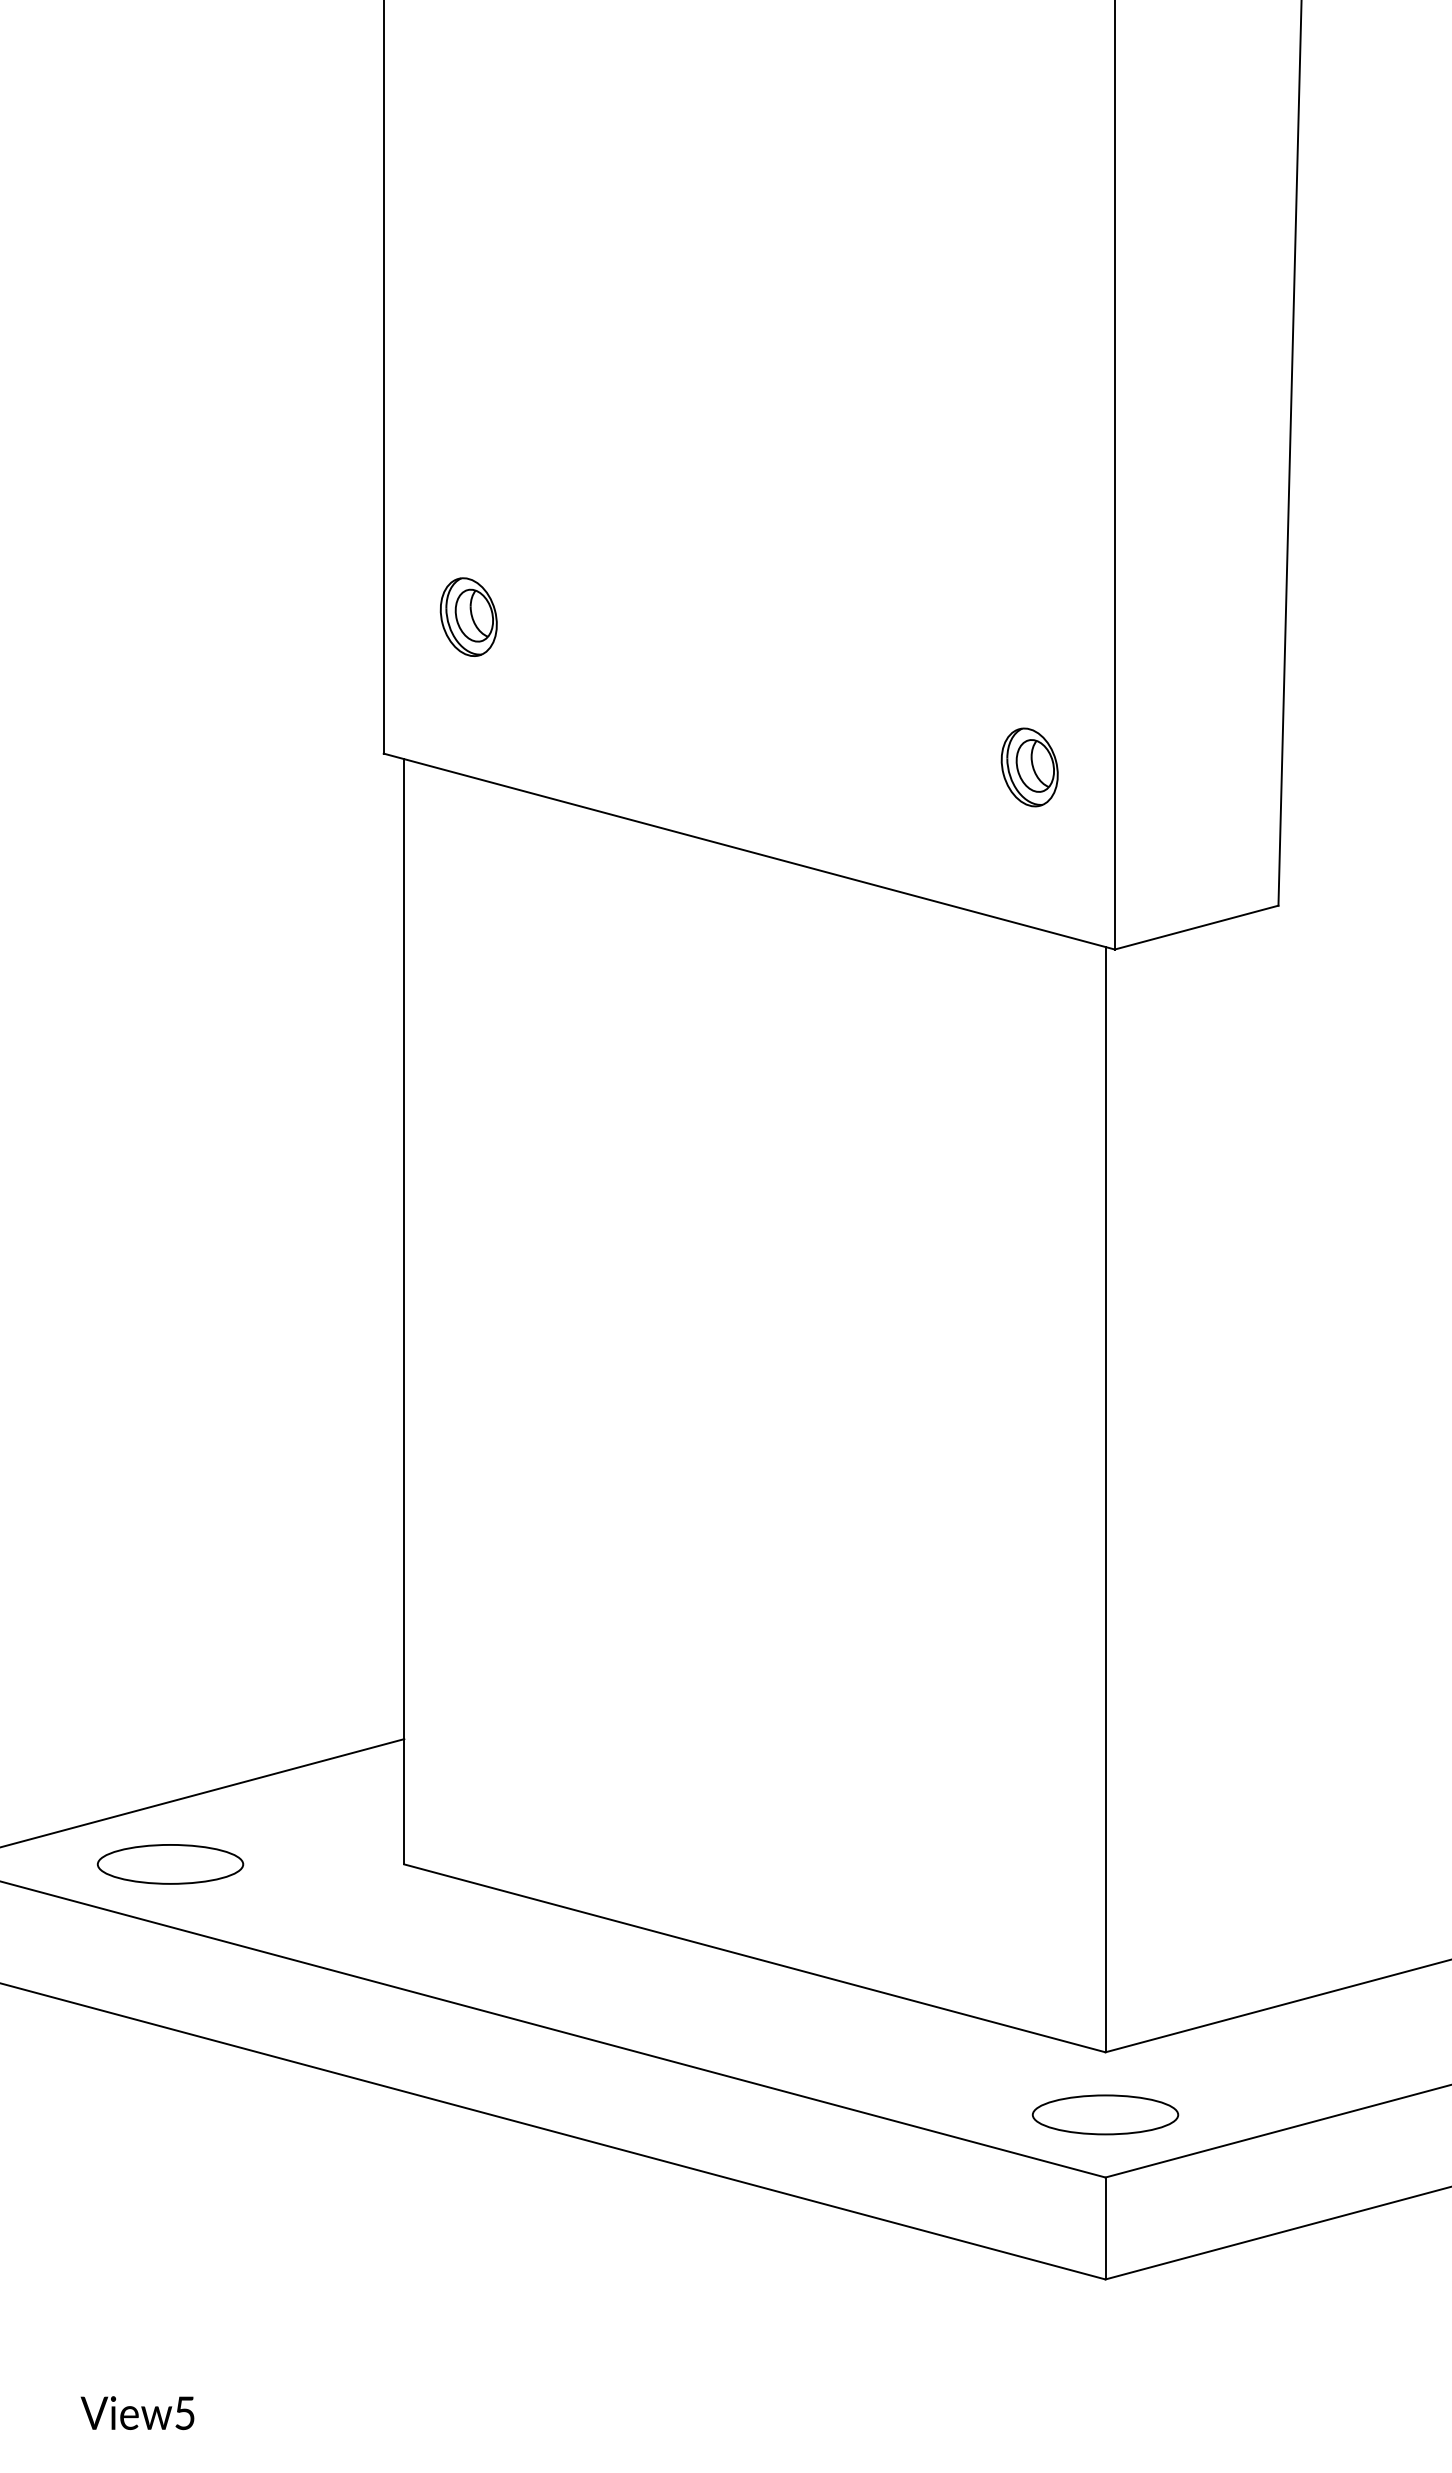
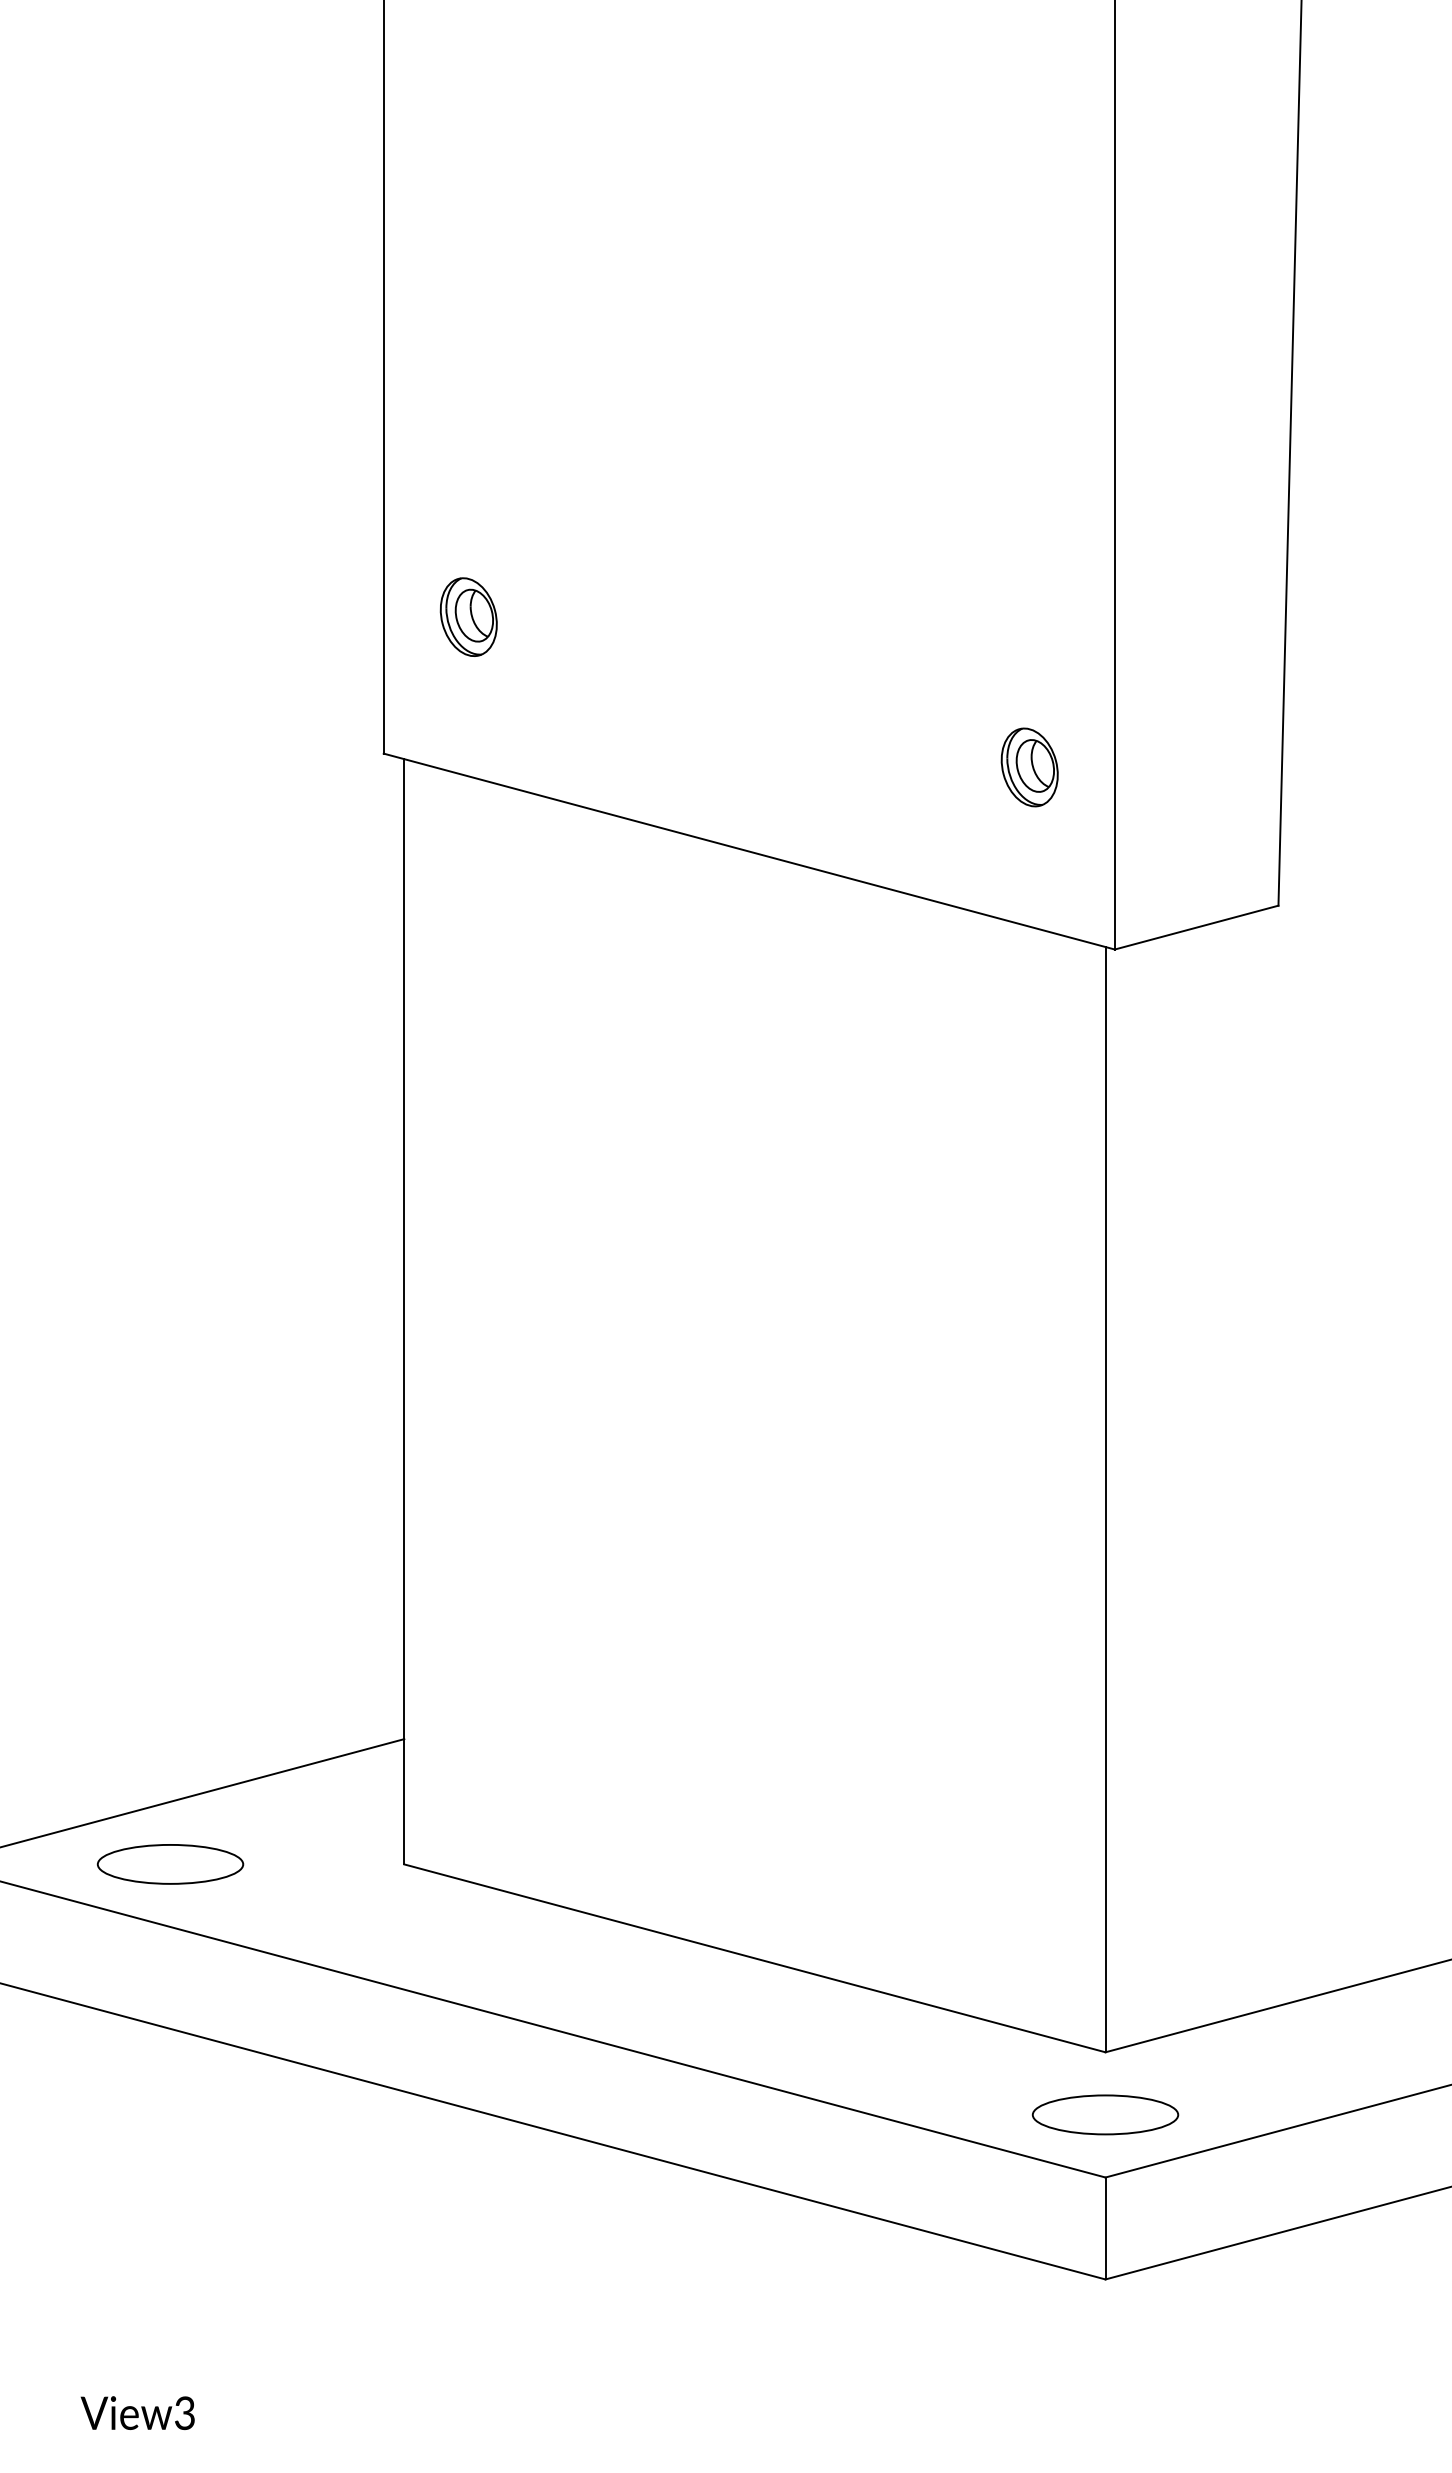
text at (184, 2413): View5 -> View3
